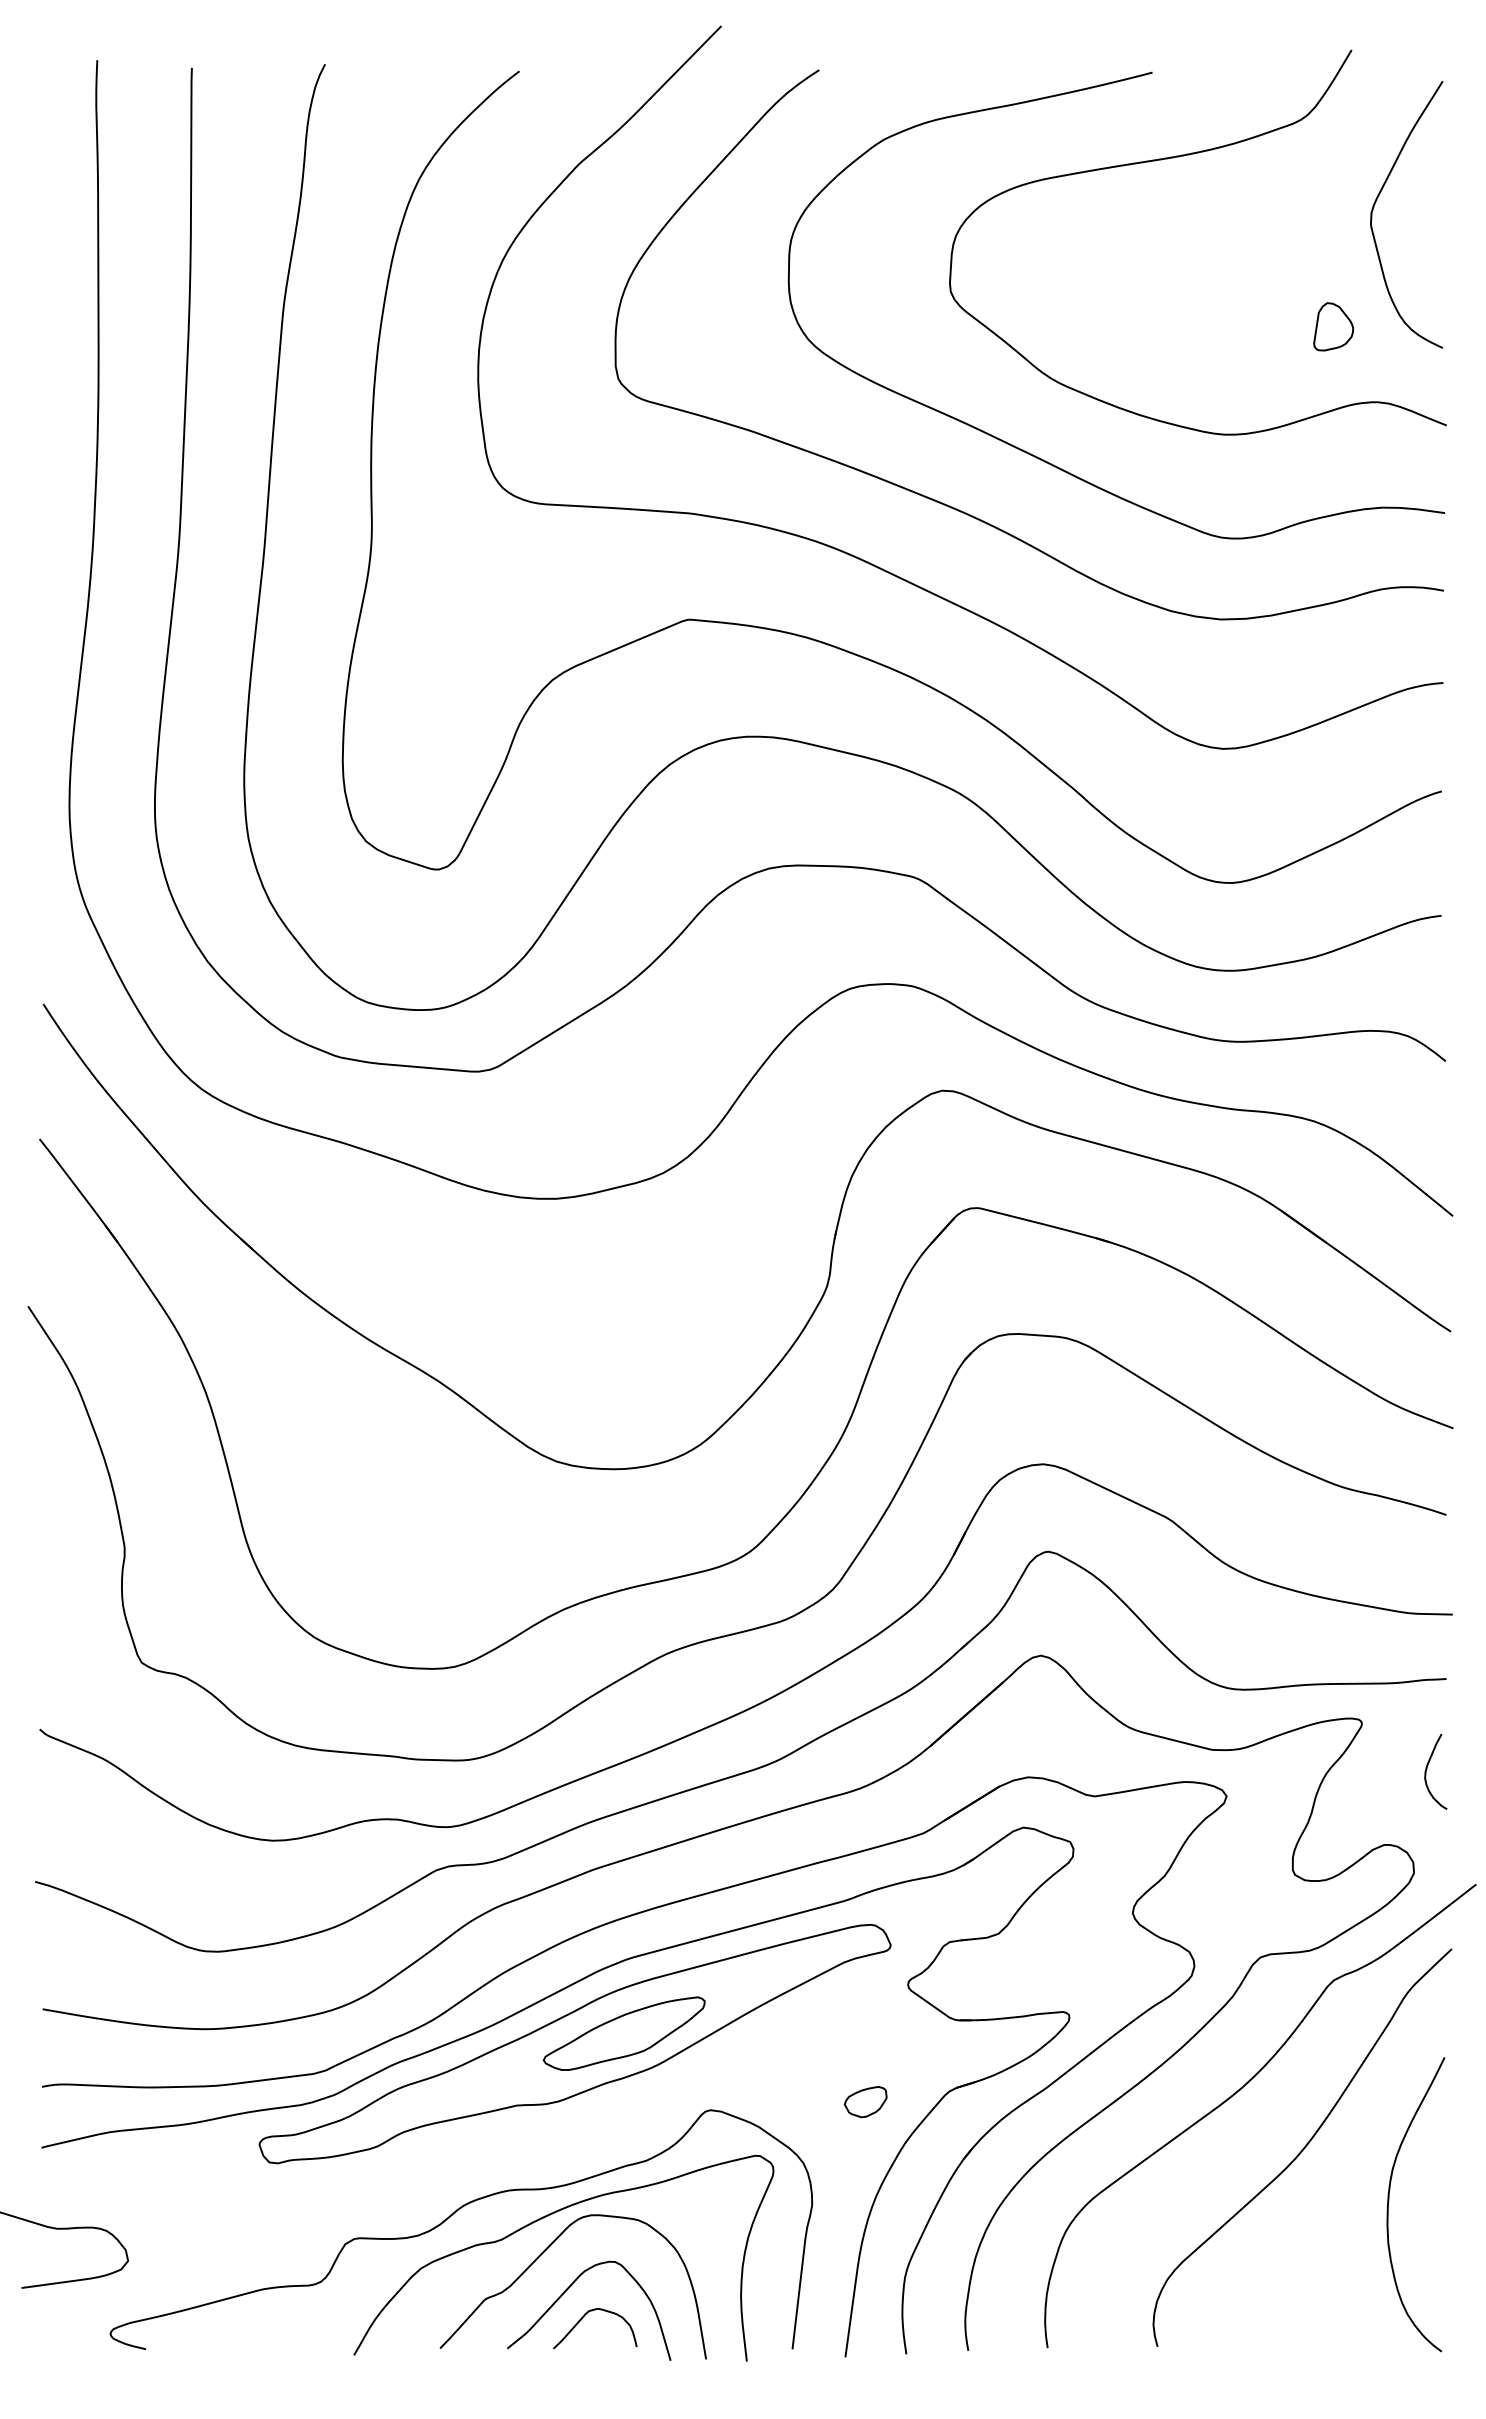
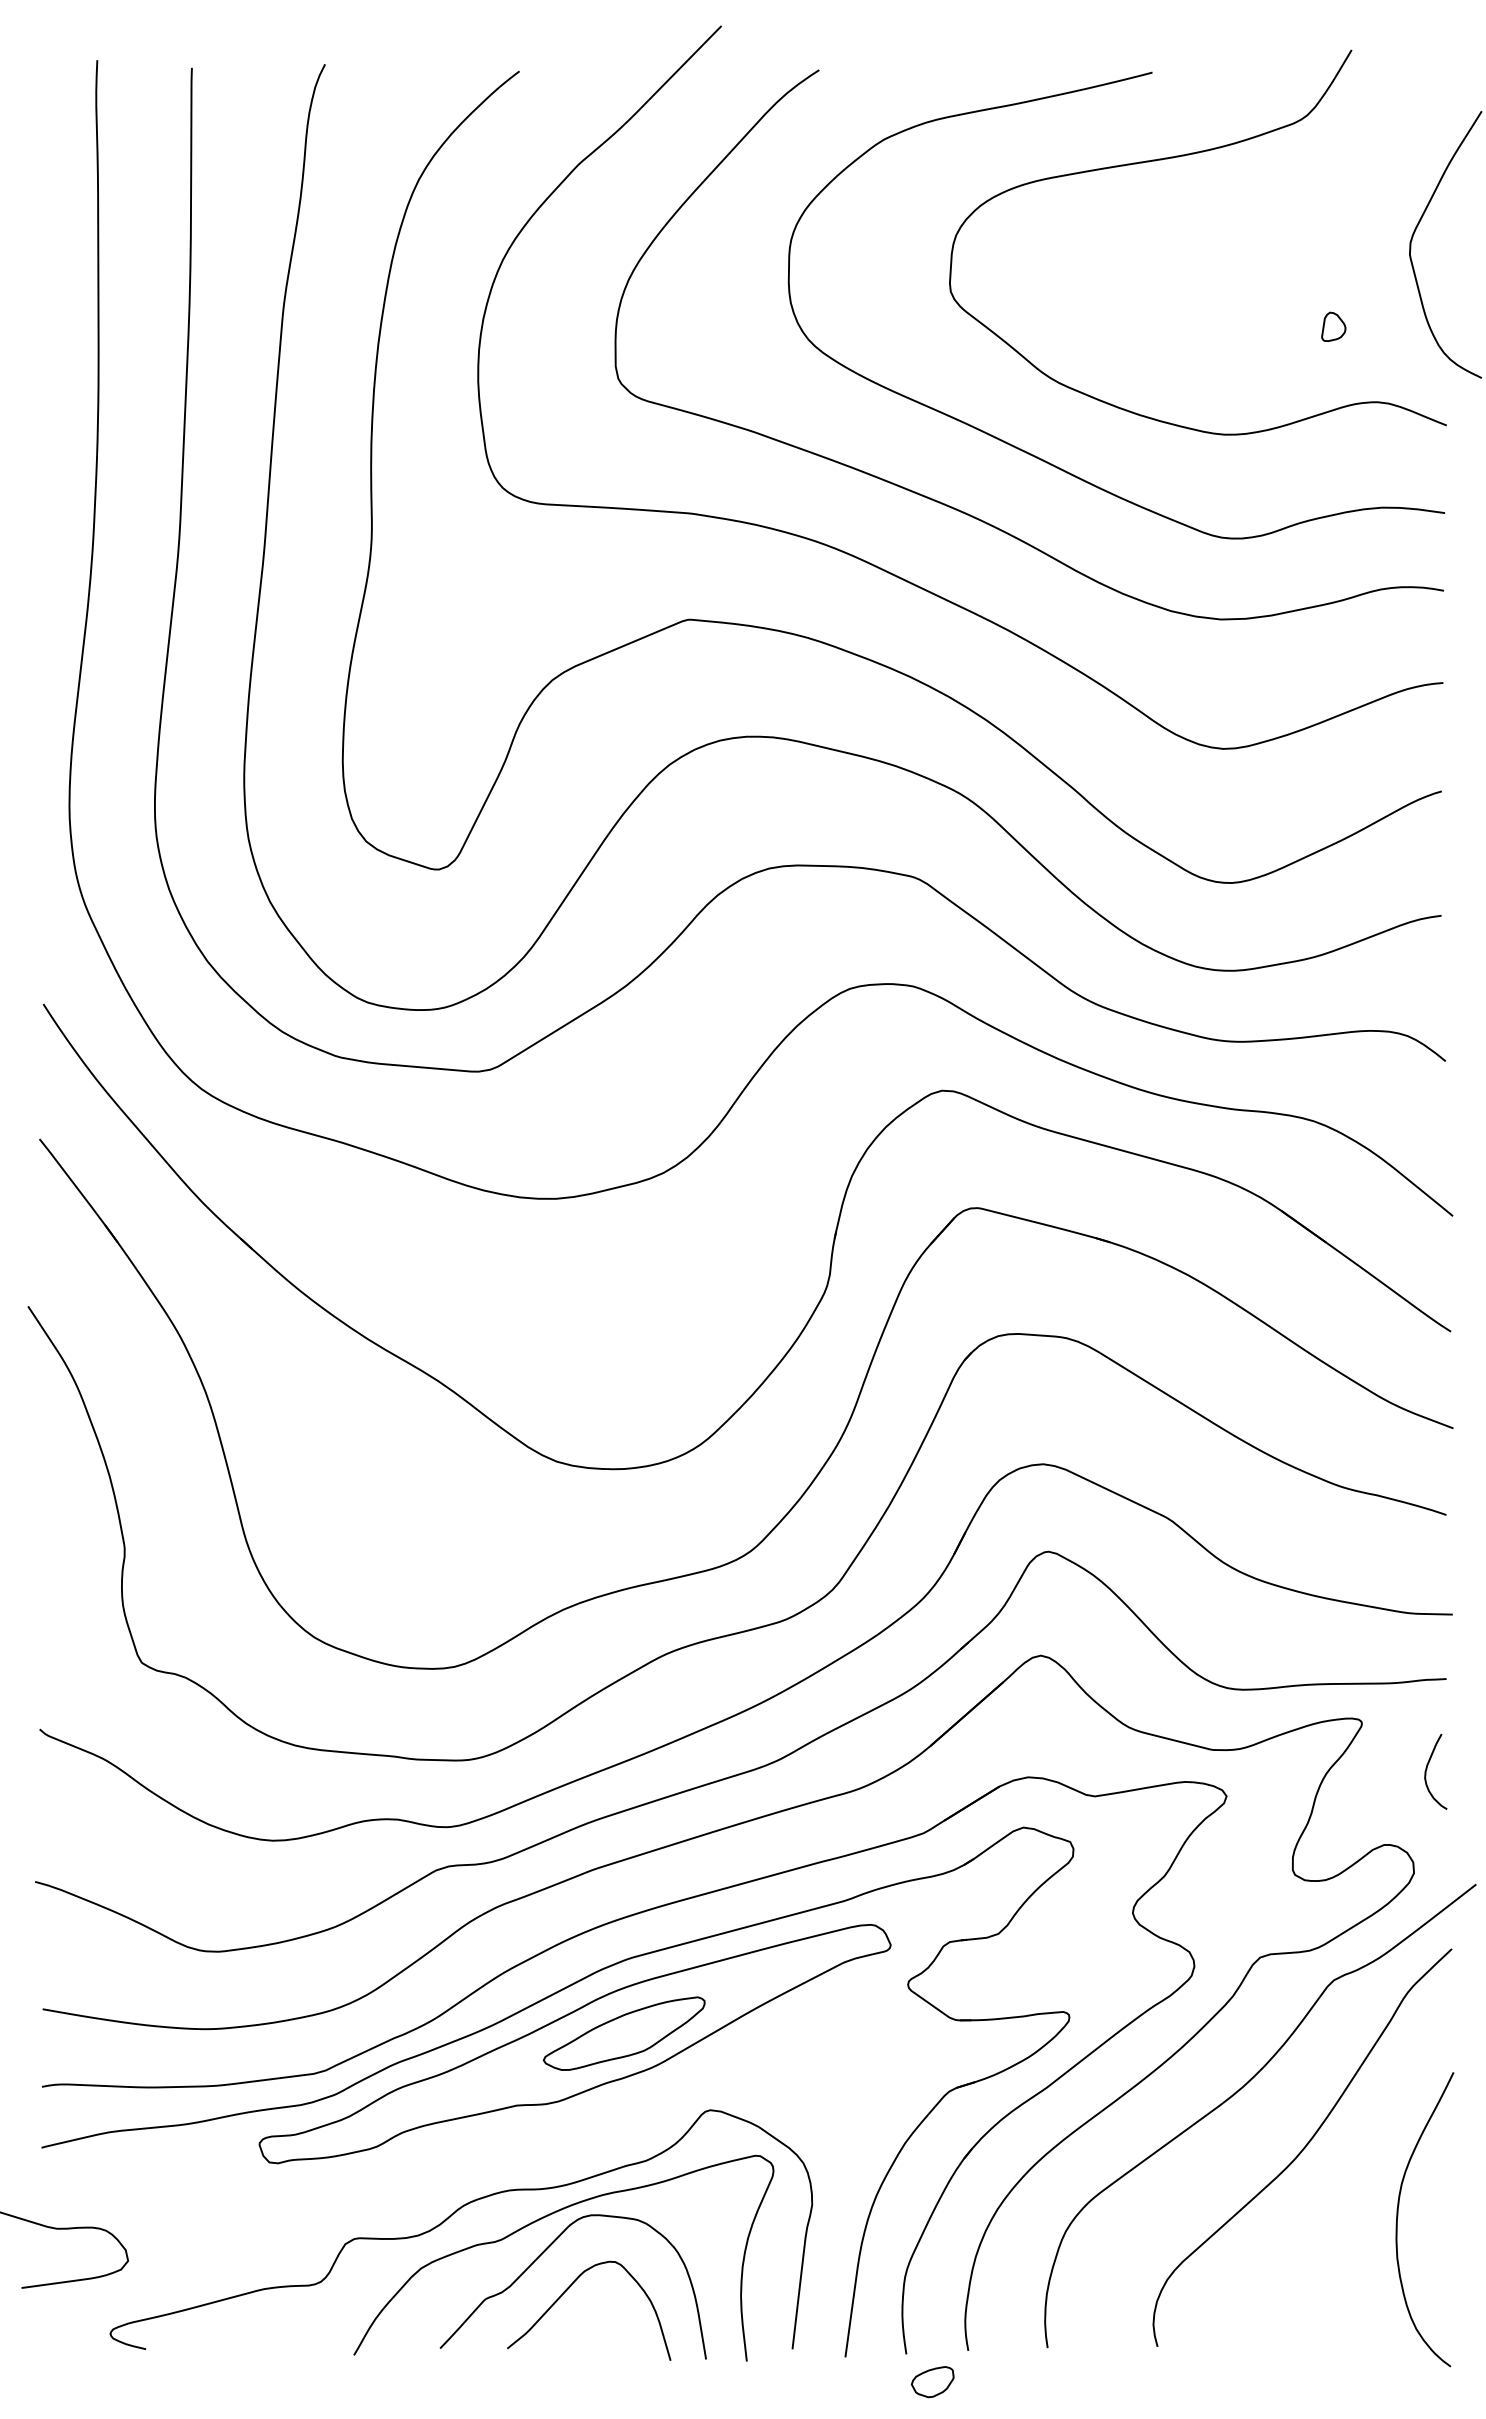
curve at (1376, 202) position: (1376, 202) -> (1415, 232)
part at (1333, 326) size: 42x50 px -> 26x31 px
part at (865, 2102) position: (865, 2102) -> (932, 2382)
curve at (1389, 2201) position: (1389, 2201) -> (1398, 2216)
curve at (583, 2318): present -> none
